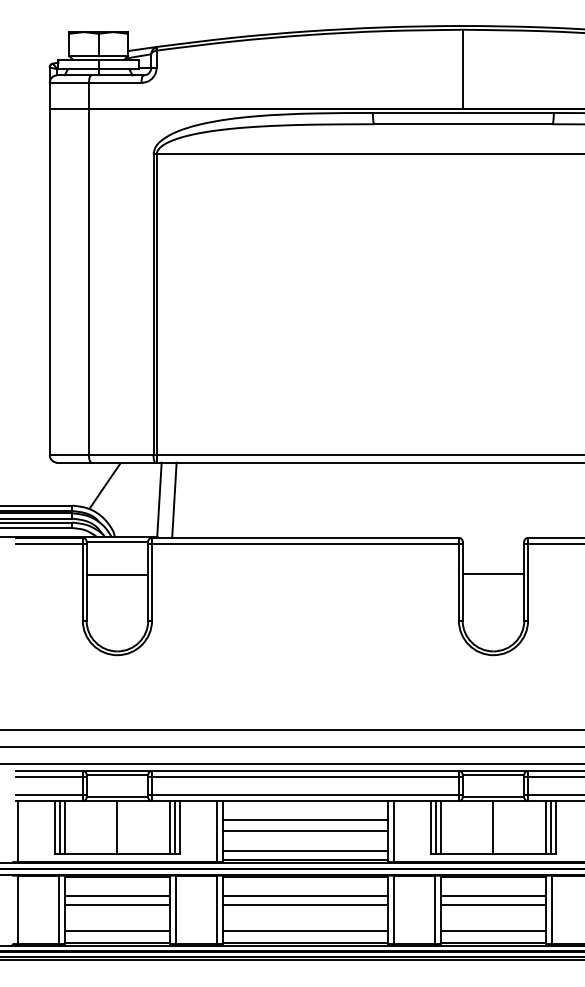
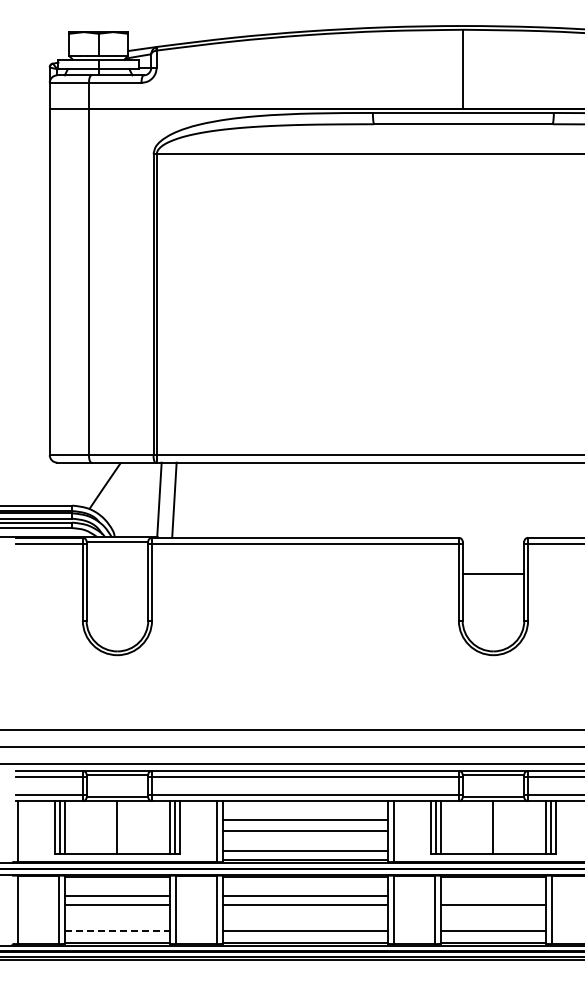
line at (117, 575): present -> none
line at (493, 896): present -> none
line at (117, 931): solid -> dashed
